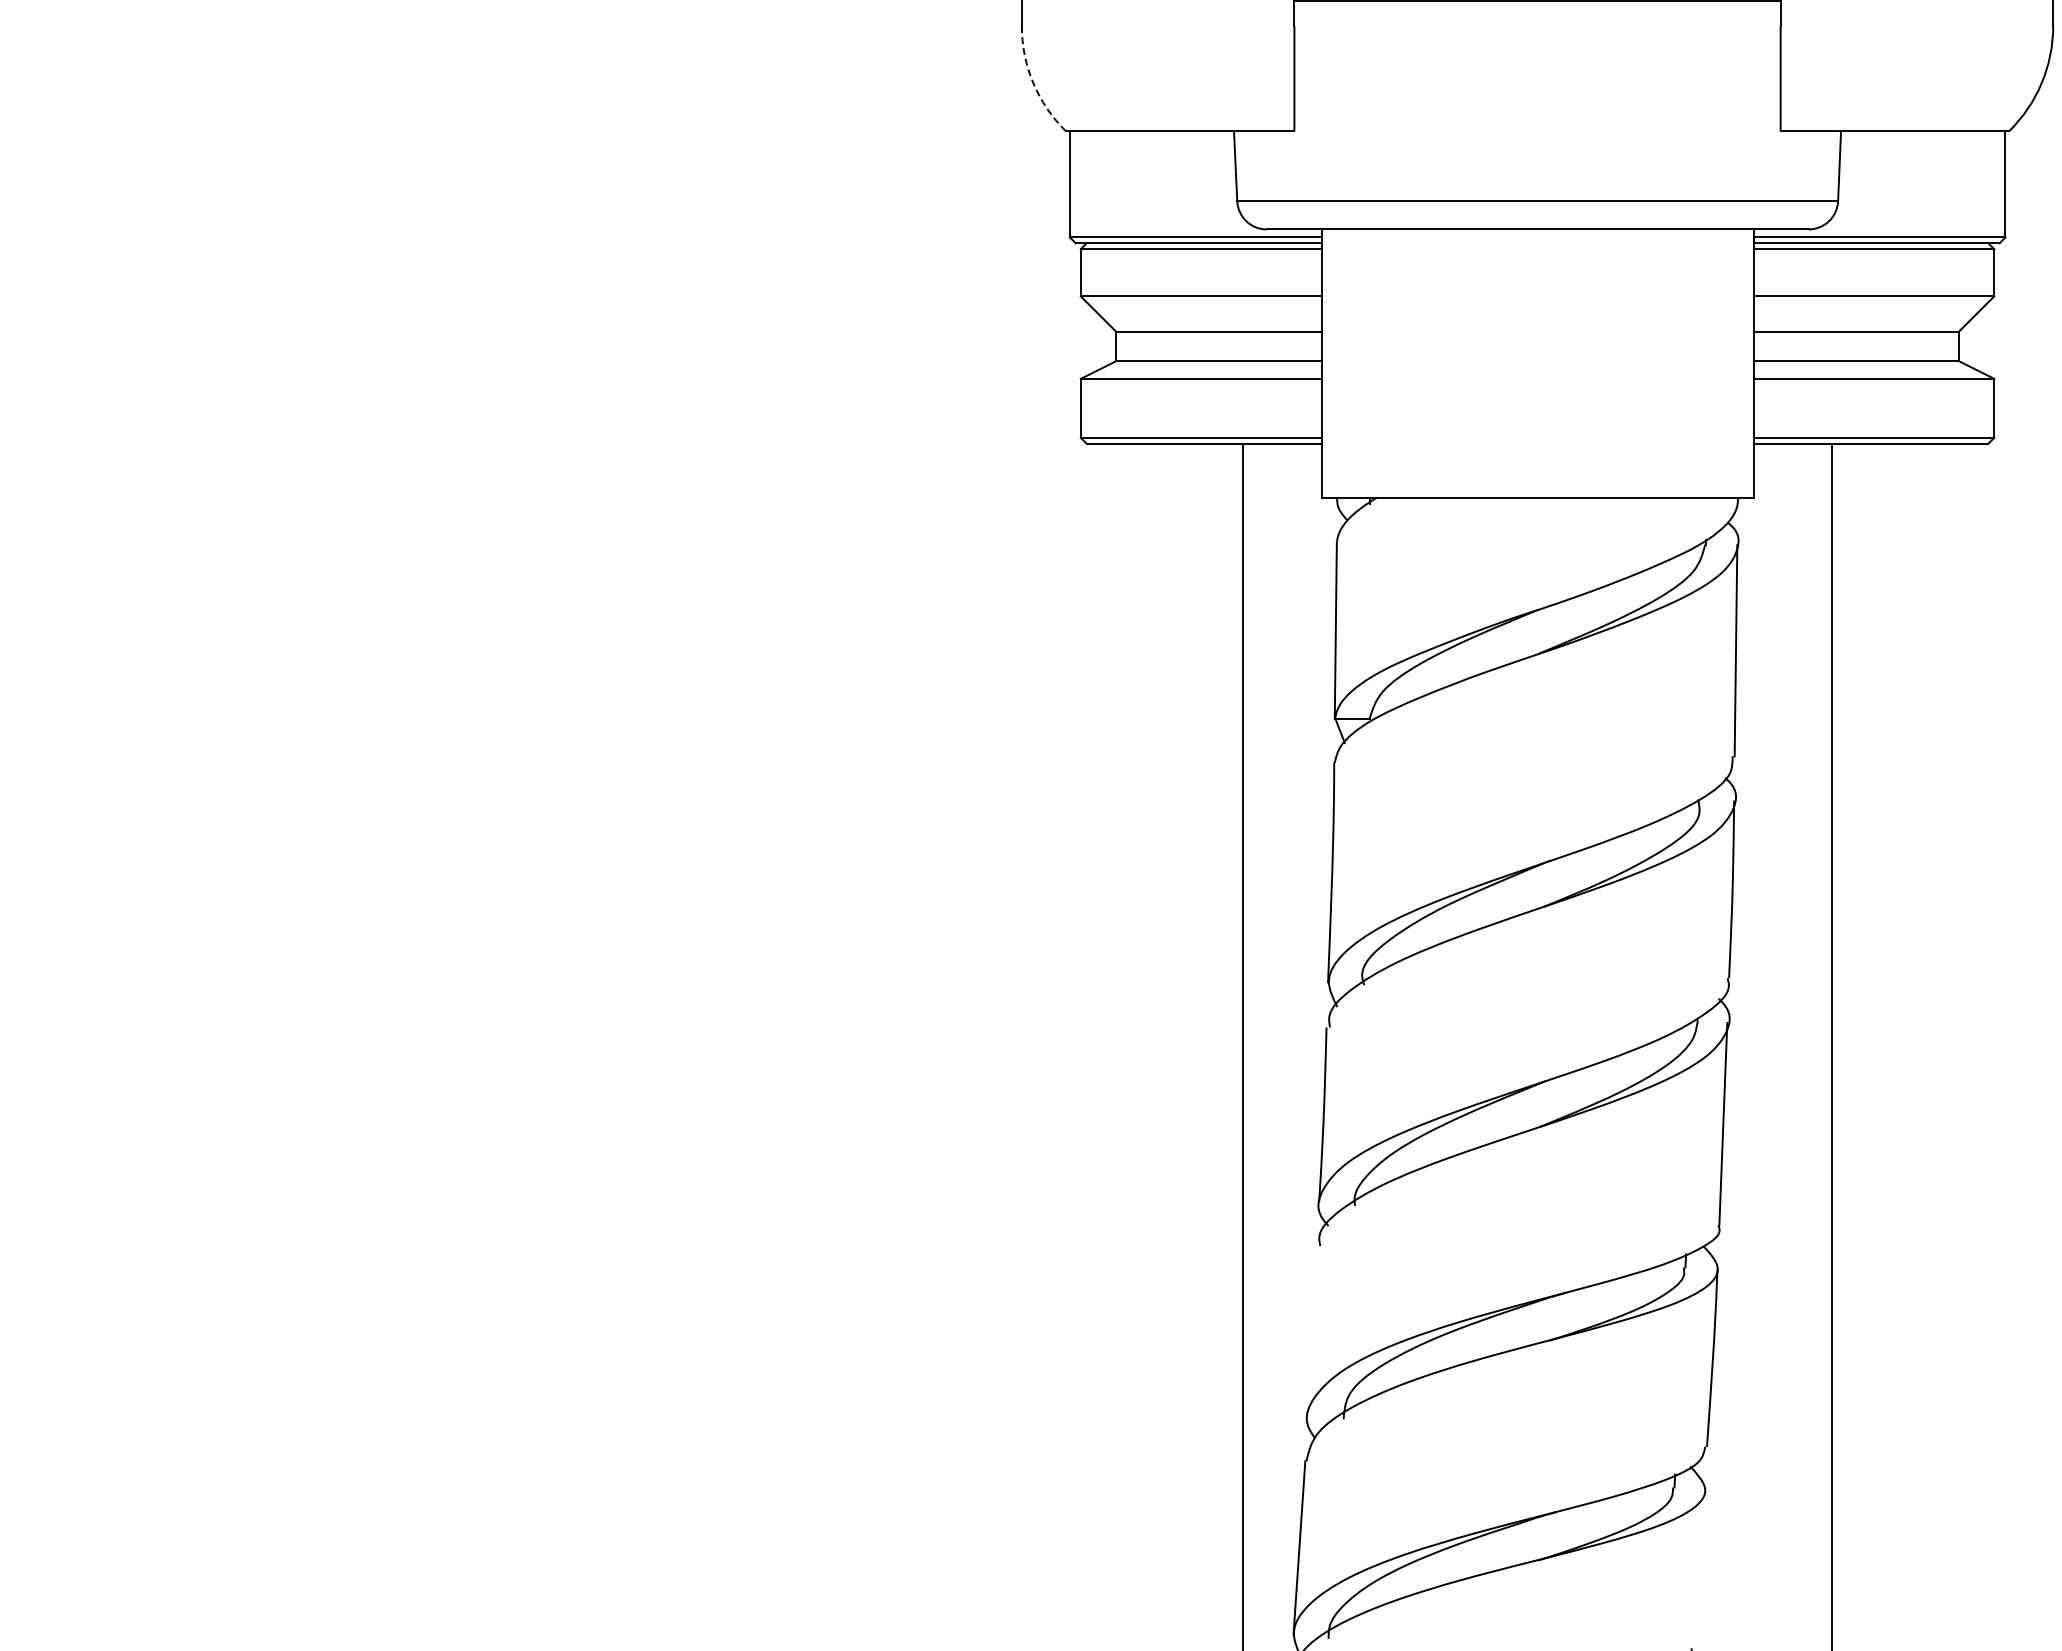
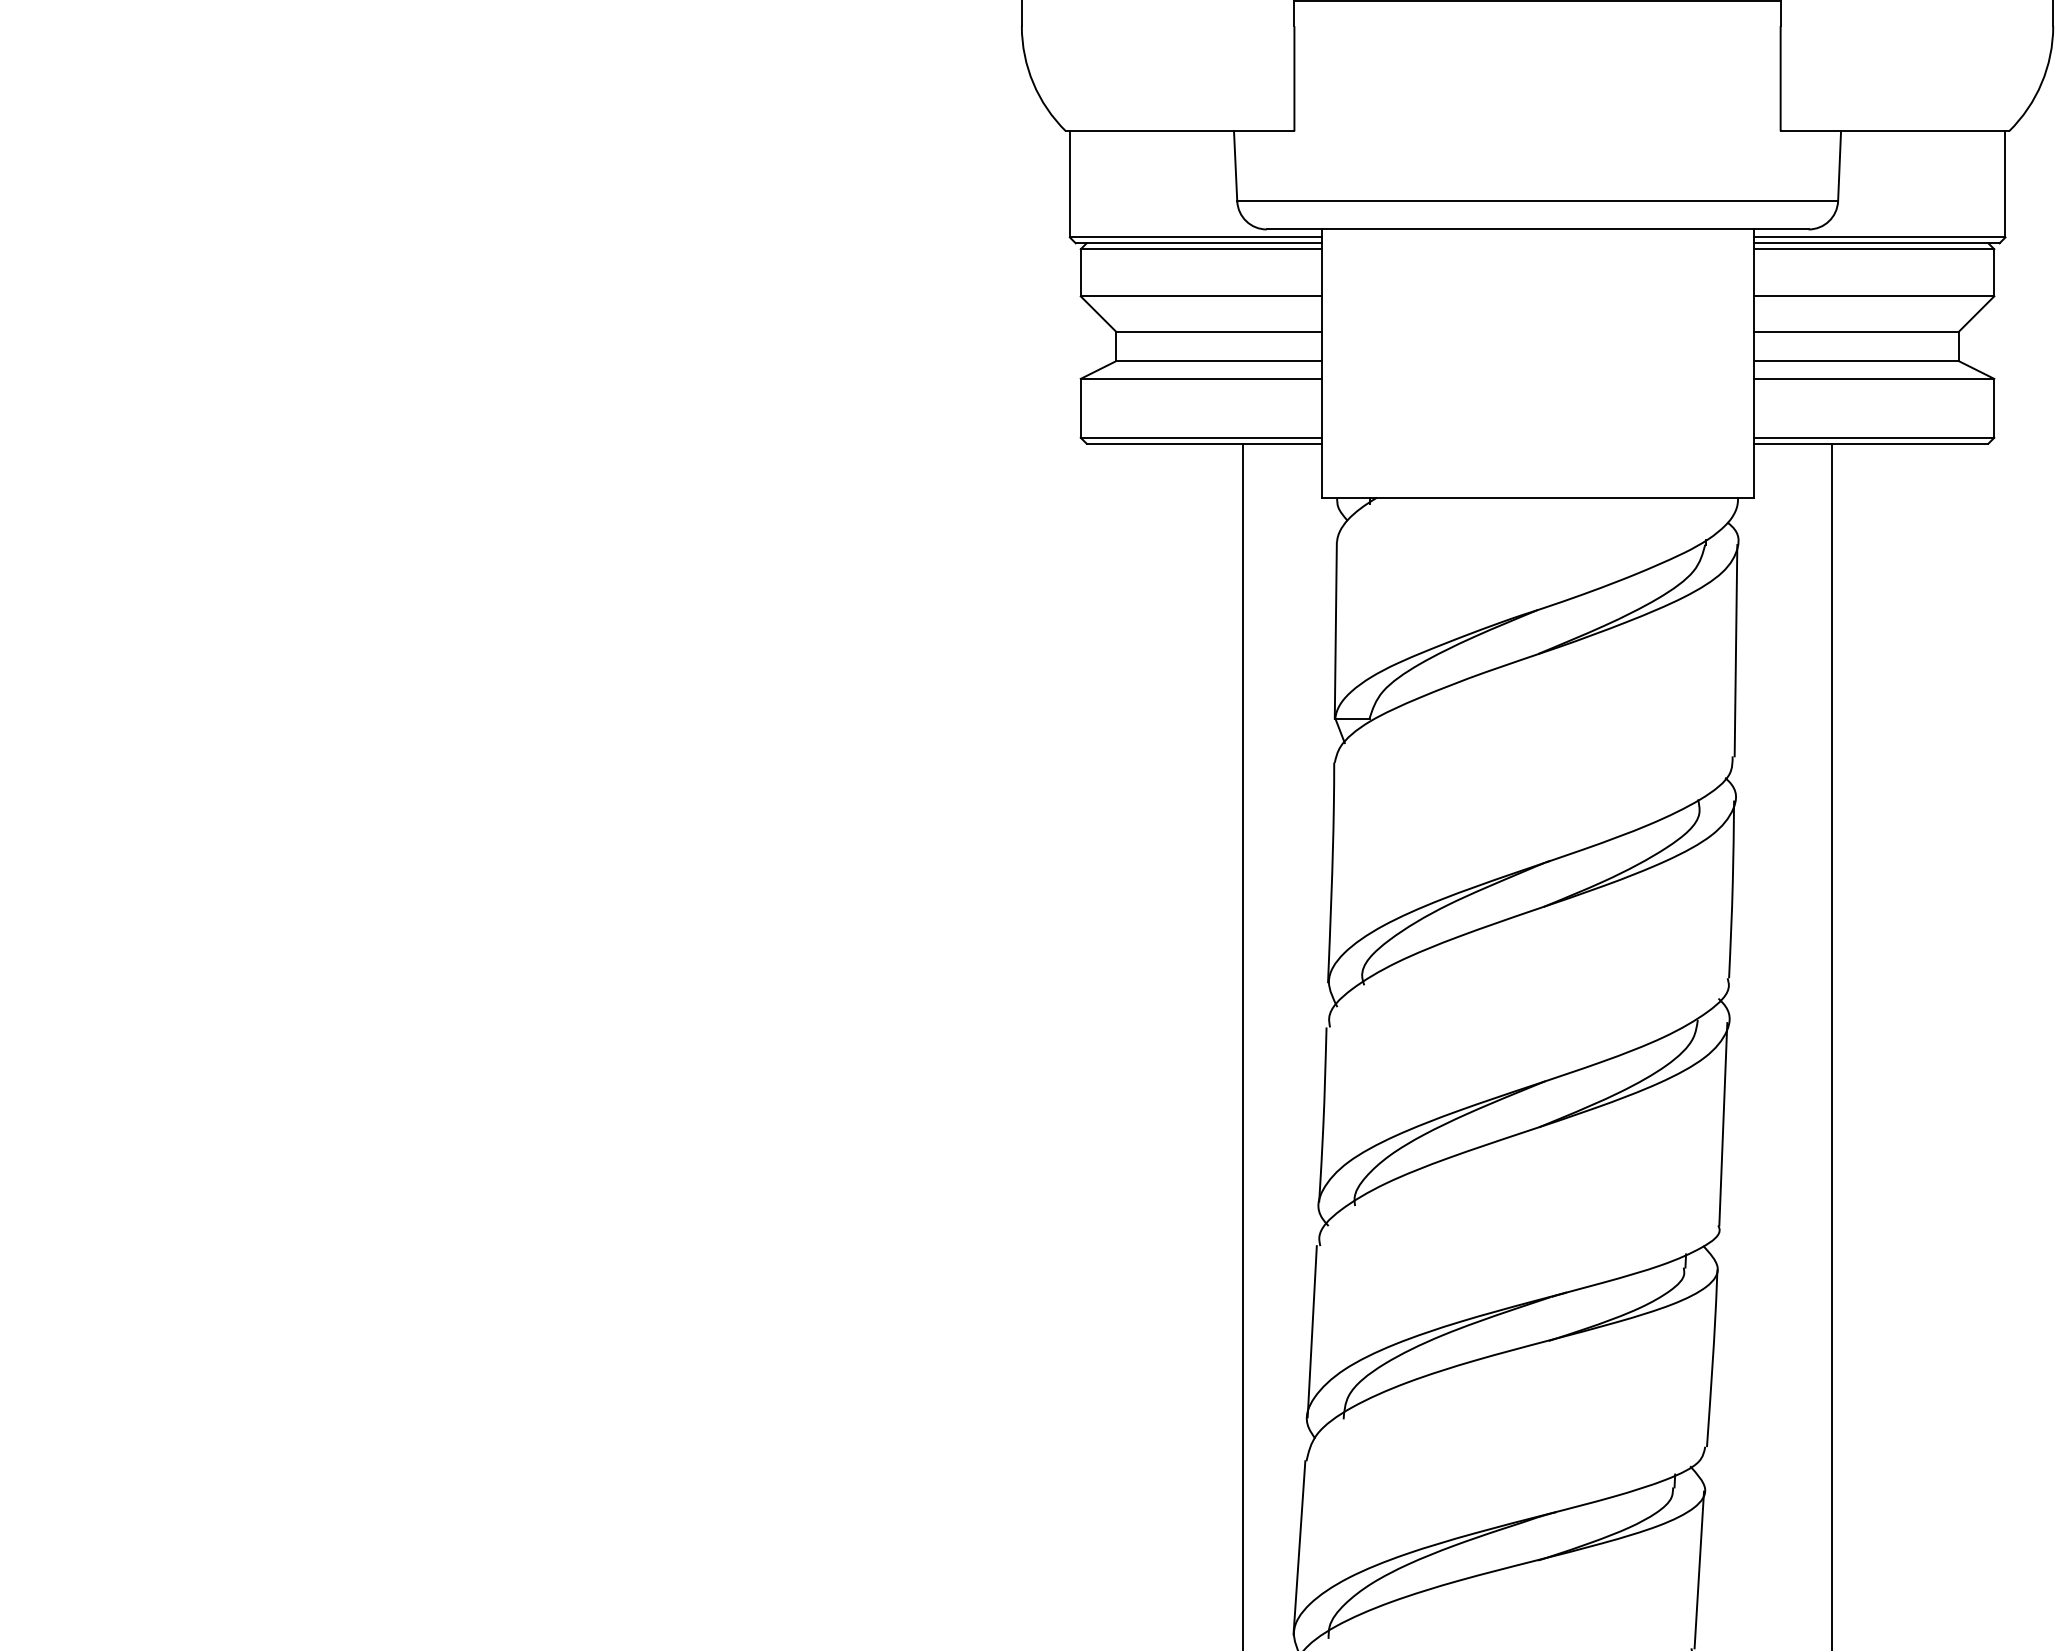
arc at (1033, 83): dashed -> solid
line at (1311, 1331): none -> present
line at (1699, 1569): none -> present
